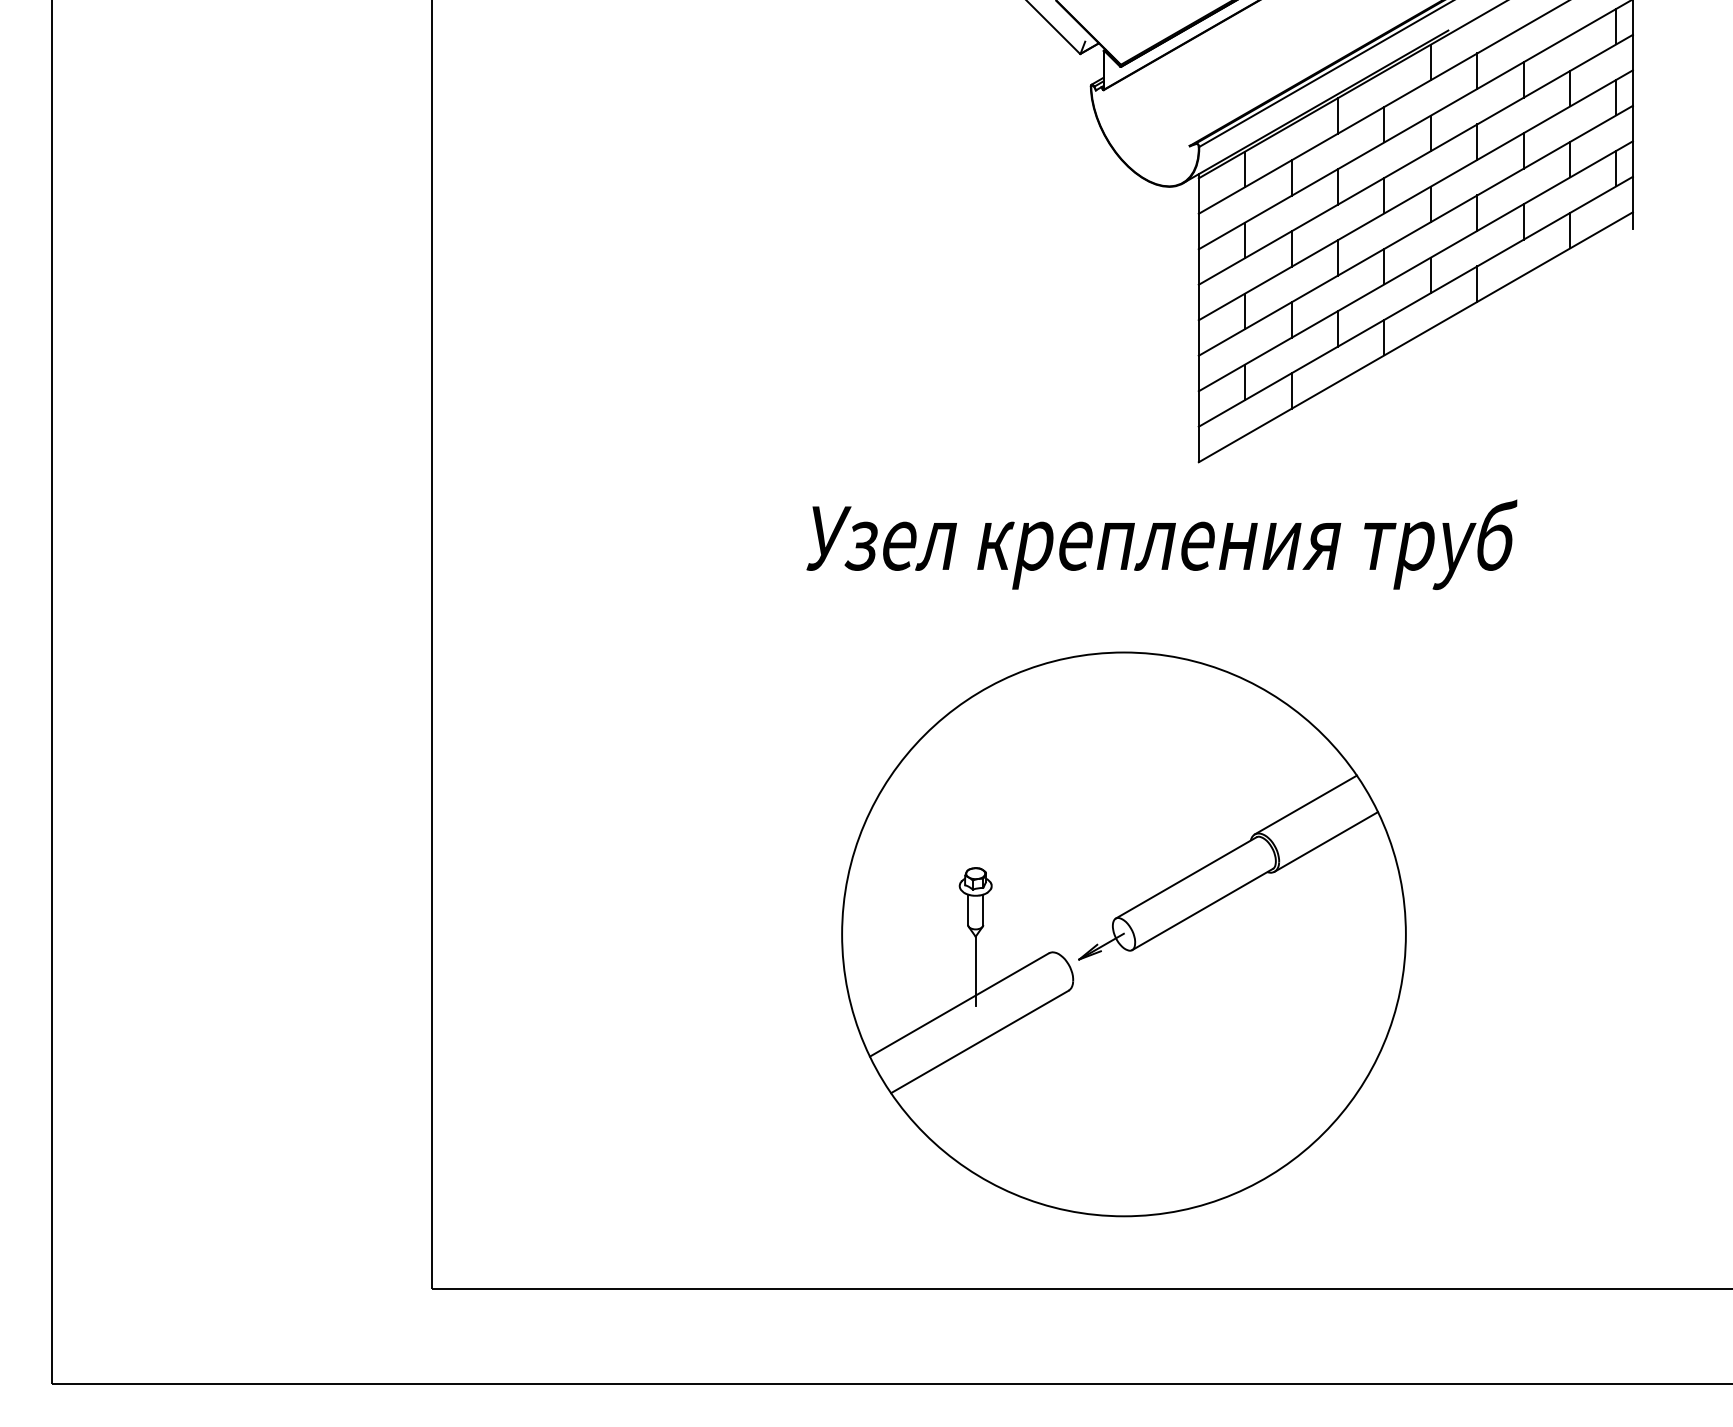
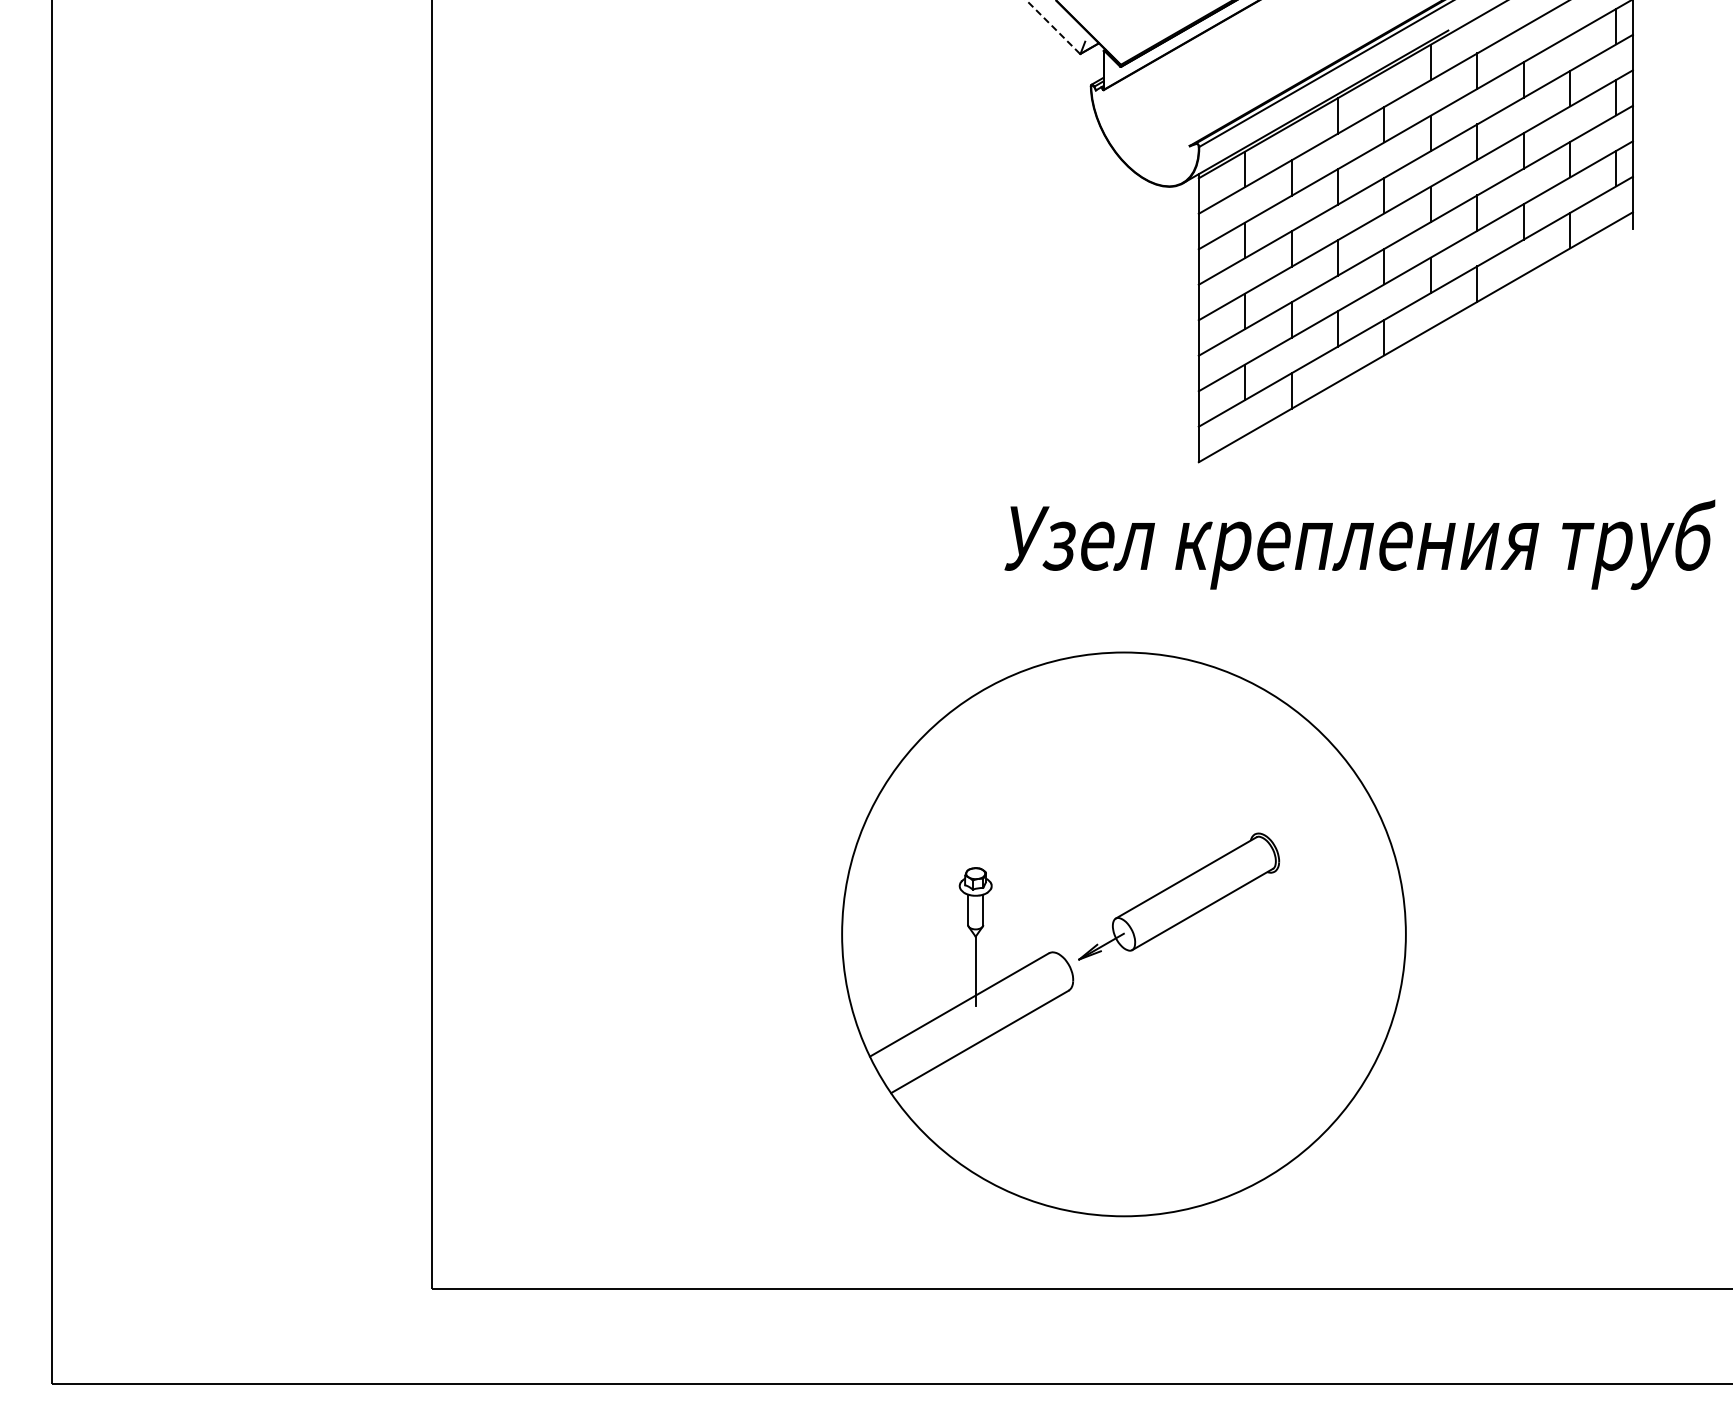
line at (1053, 27): solid -> dashed
text at (1161, 544) position: (1161, 544) -> (1359, 544)
line at (1305, 804): present -> none
line at (1326, 841): present -> none
